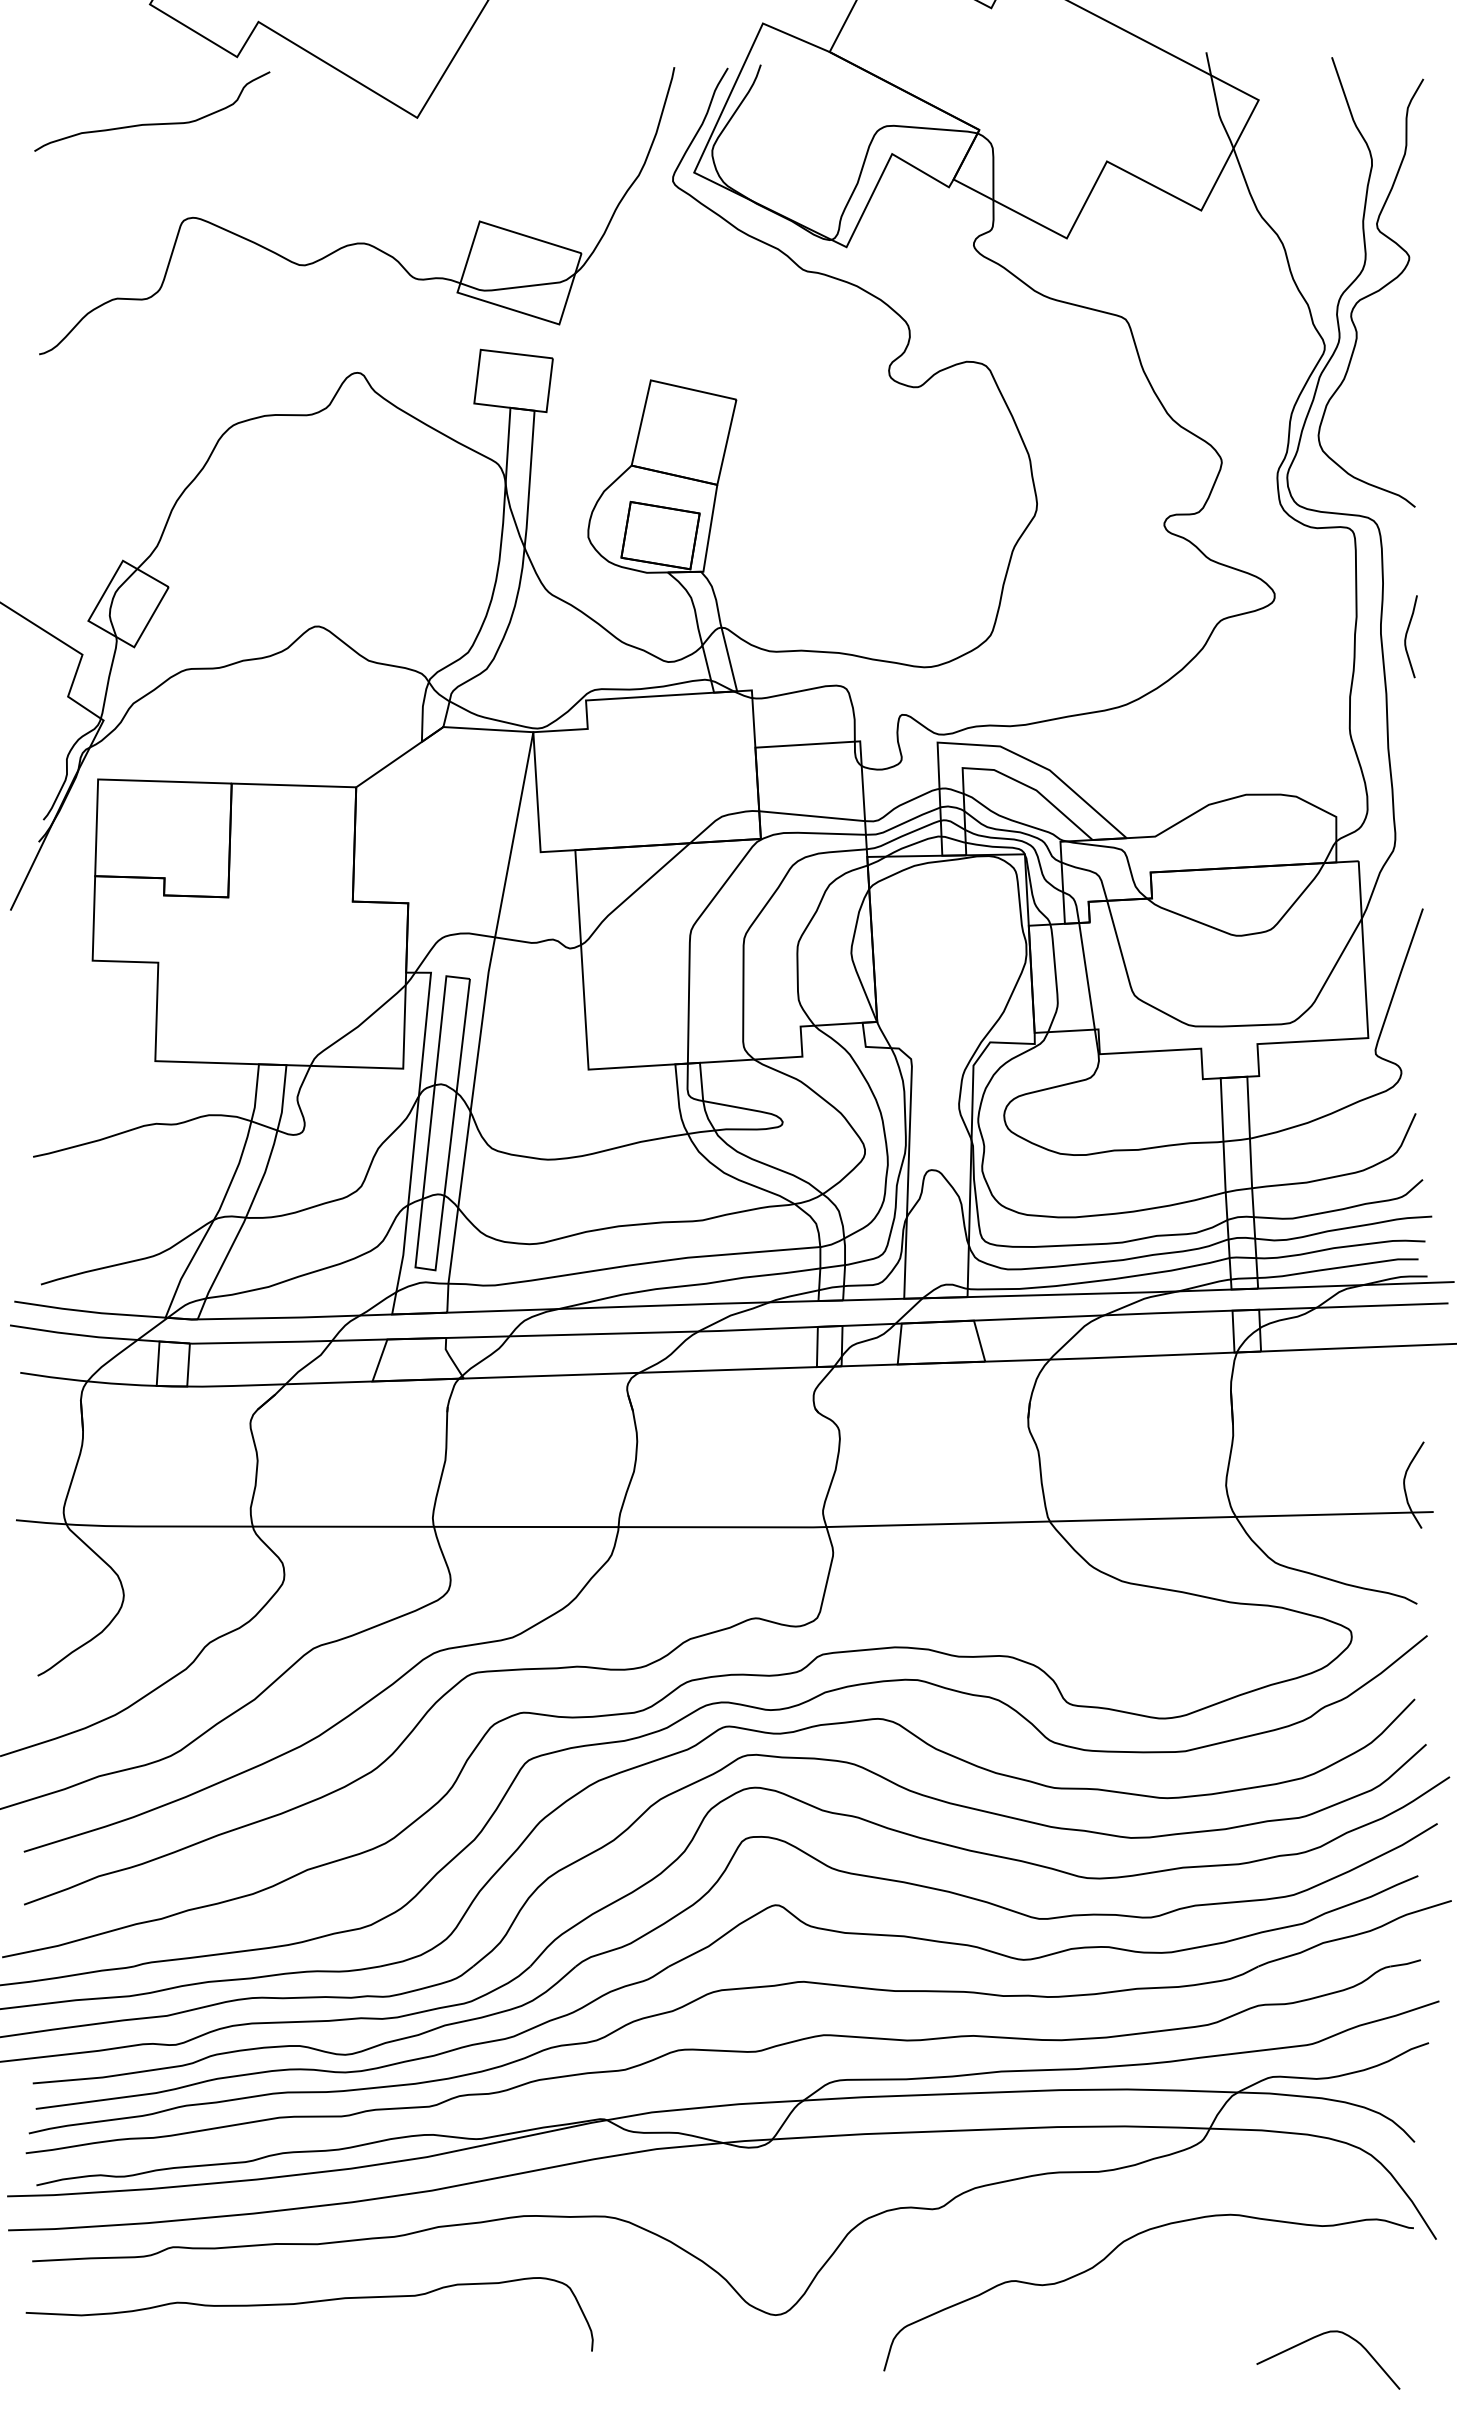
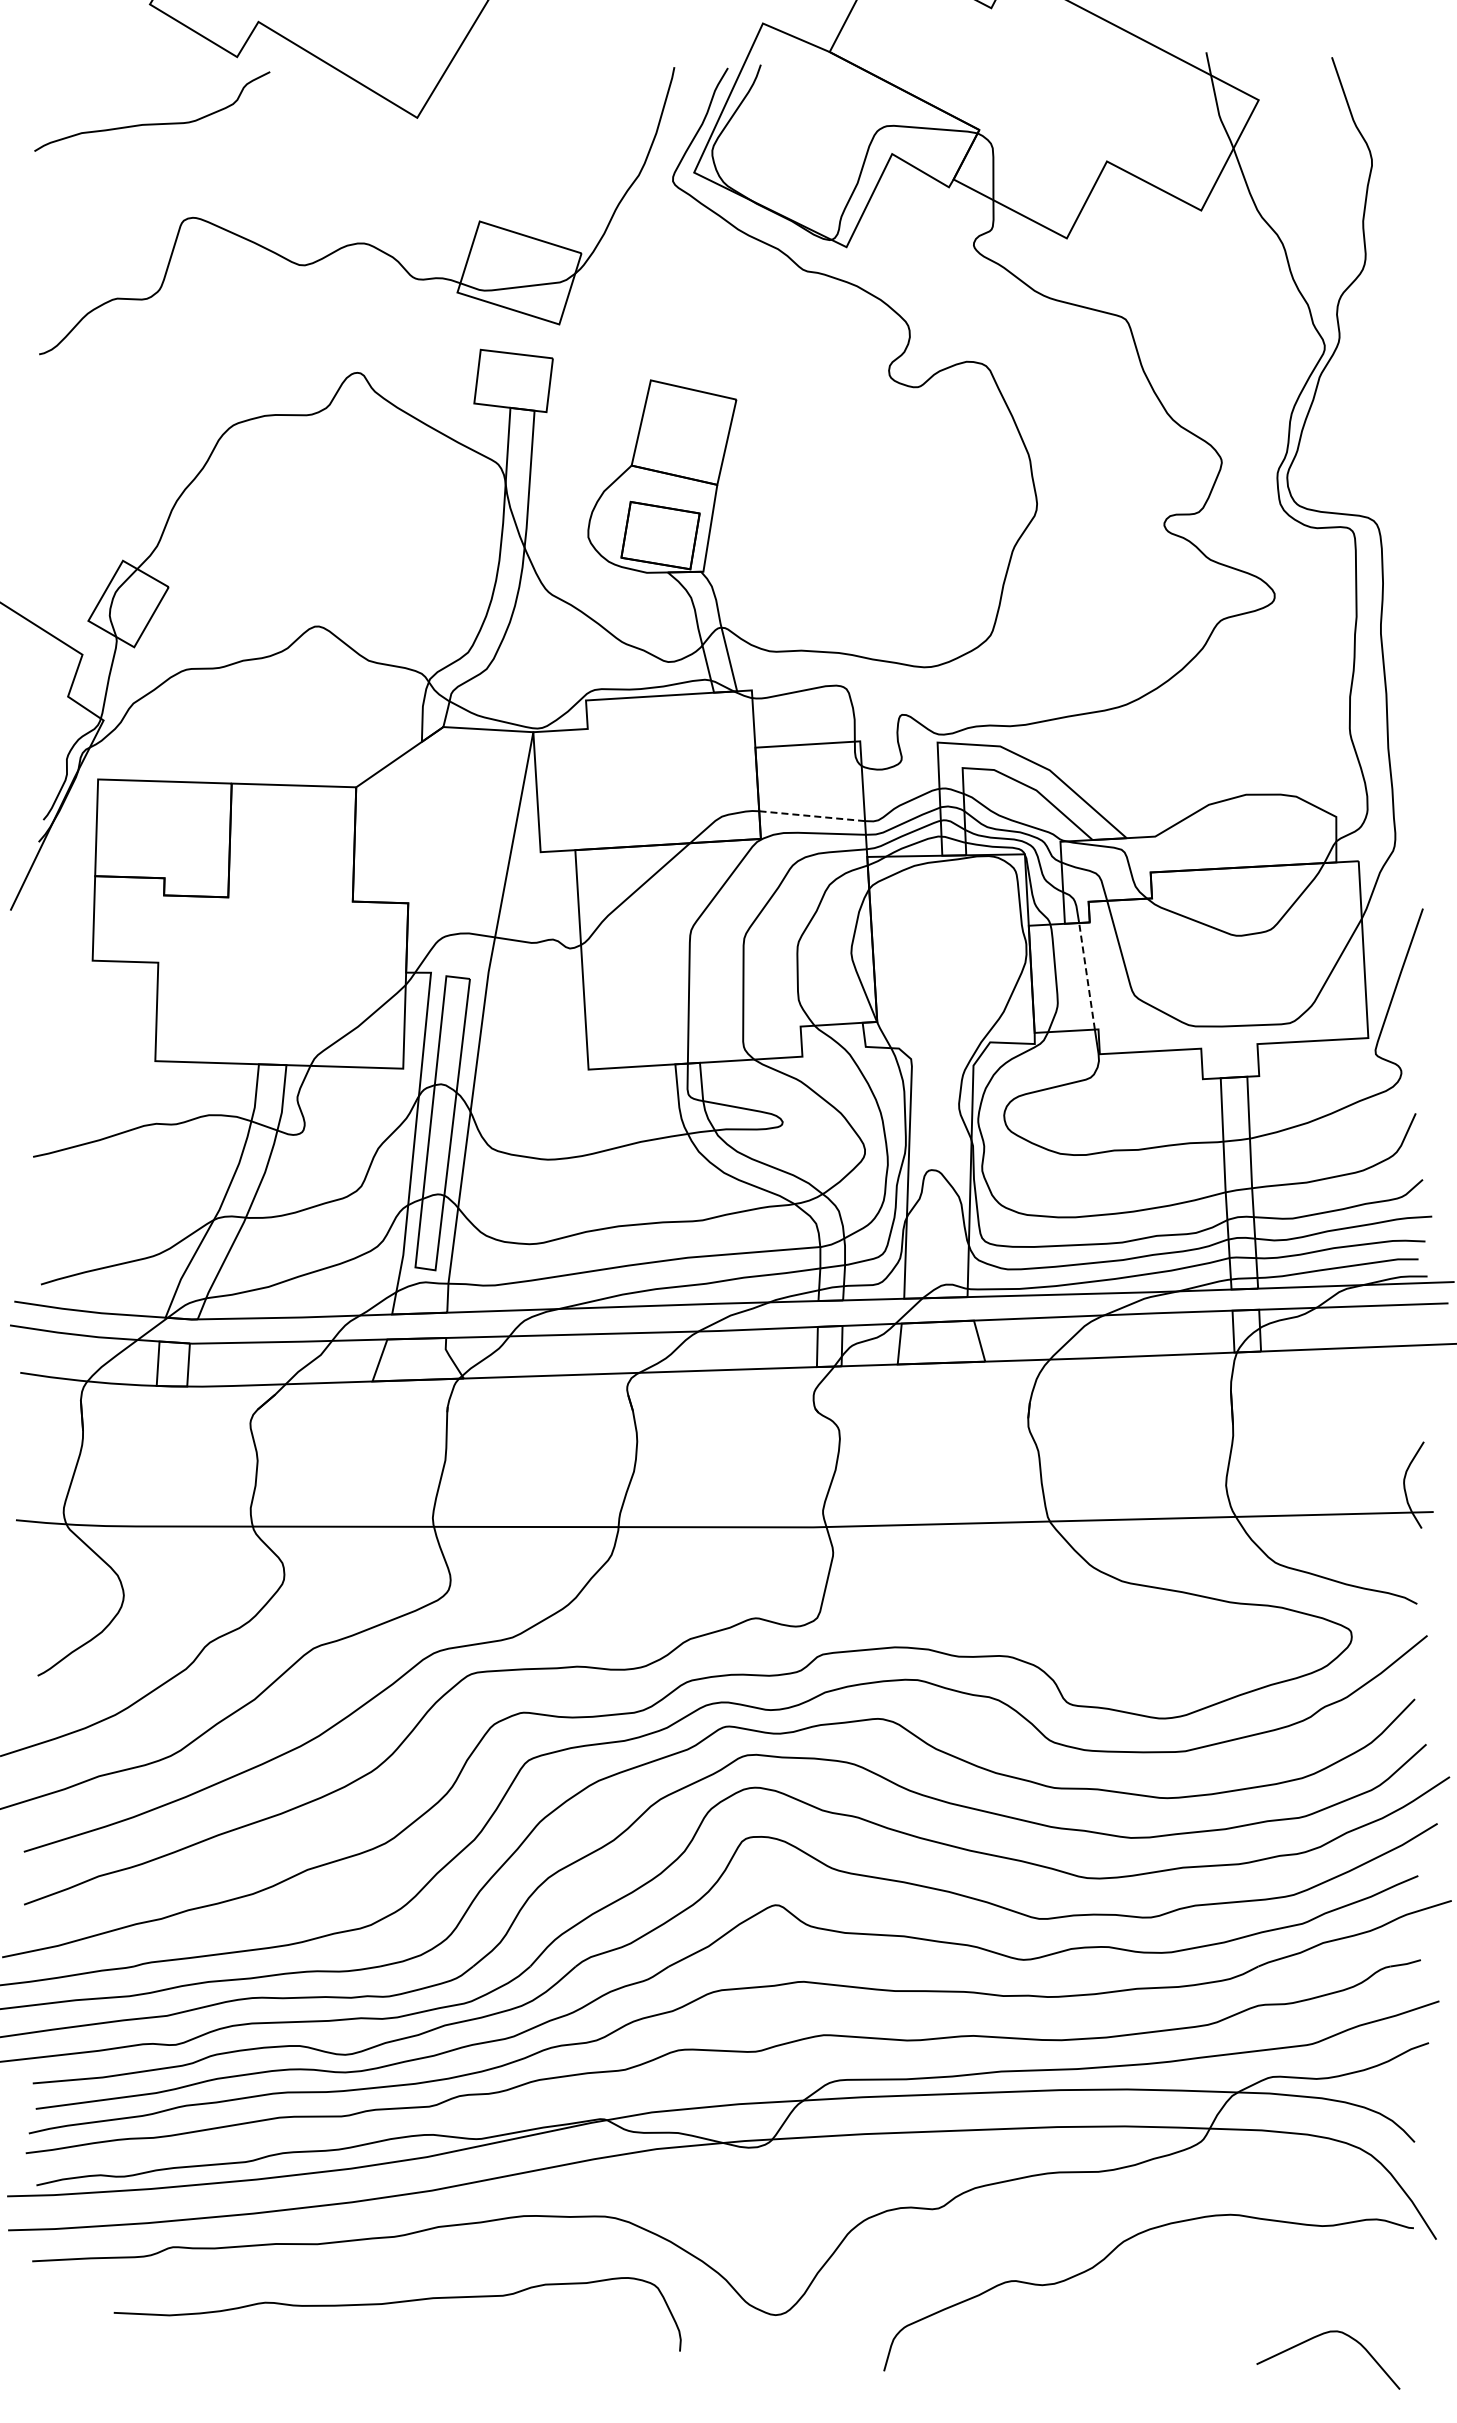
curve at (1370, 293): present -> none
curve at (1407, 634): present -> none
line at (811, 816): solid -> dashed
line at (1087, 976): solid -> dashed
curve at (309, 2303) position: (309, 2303) -> (397, 2303)
